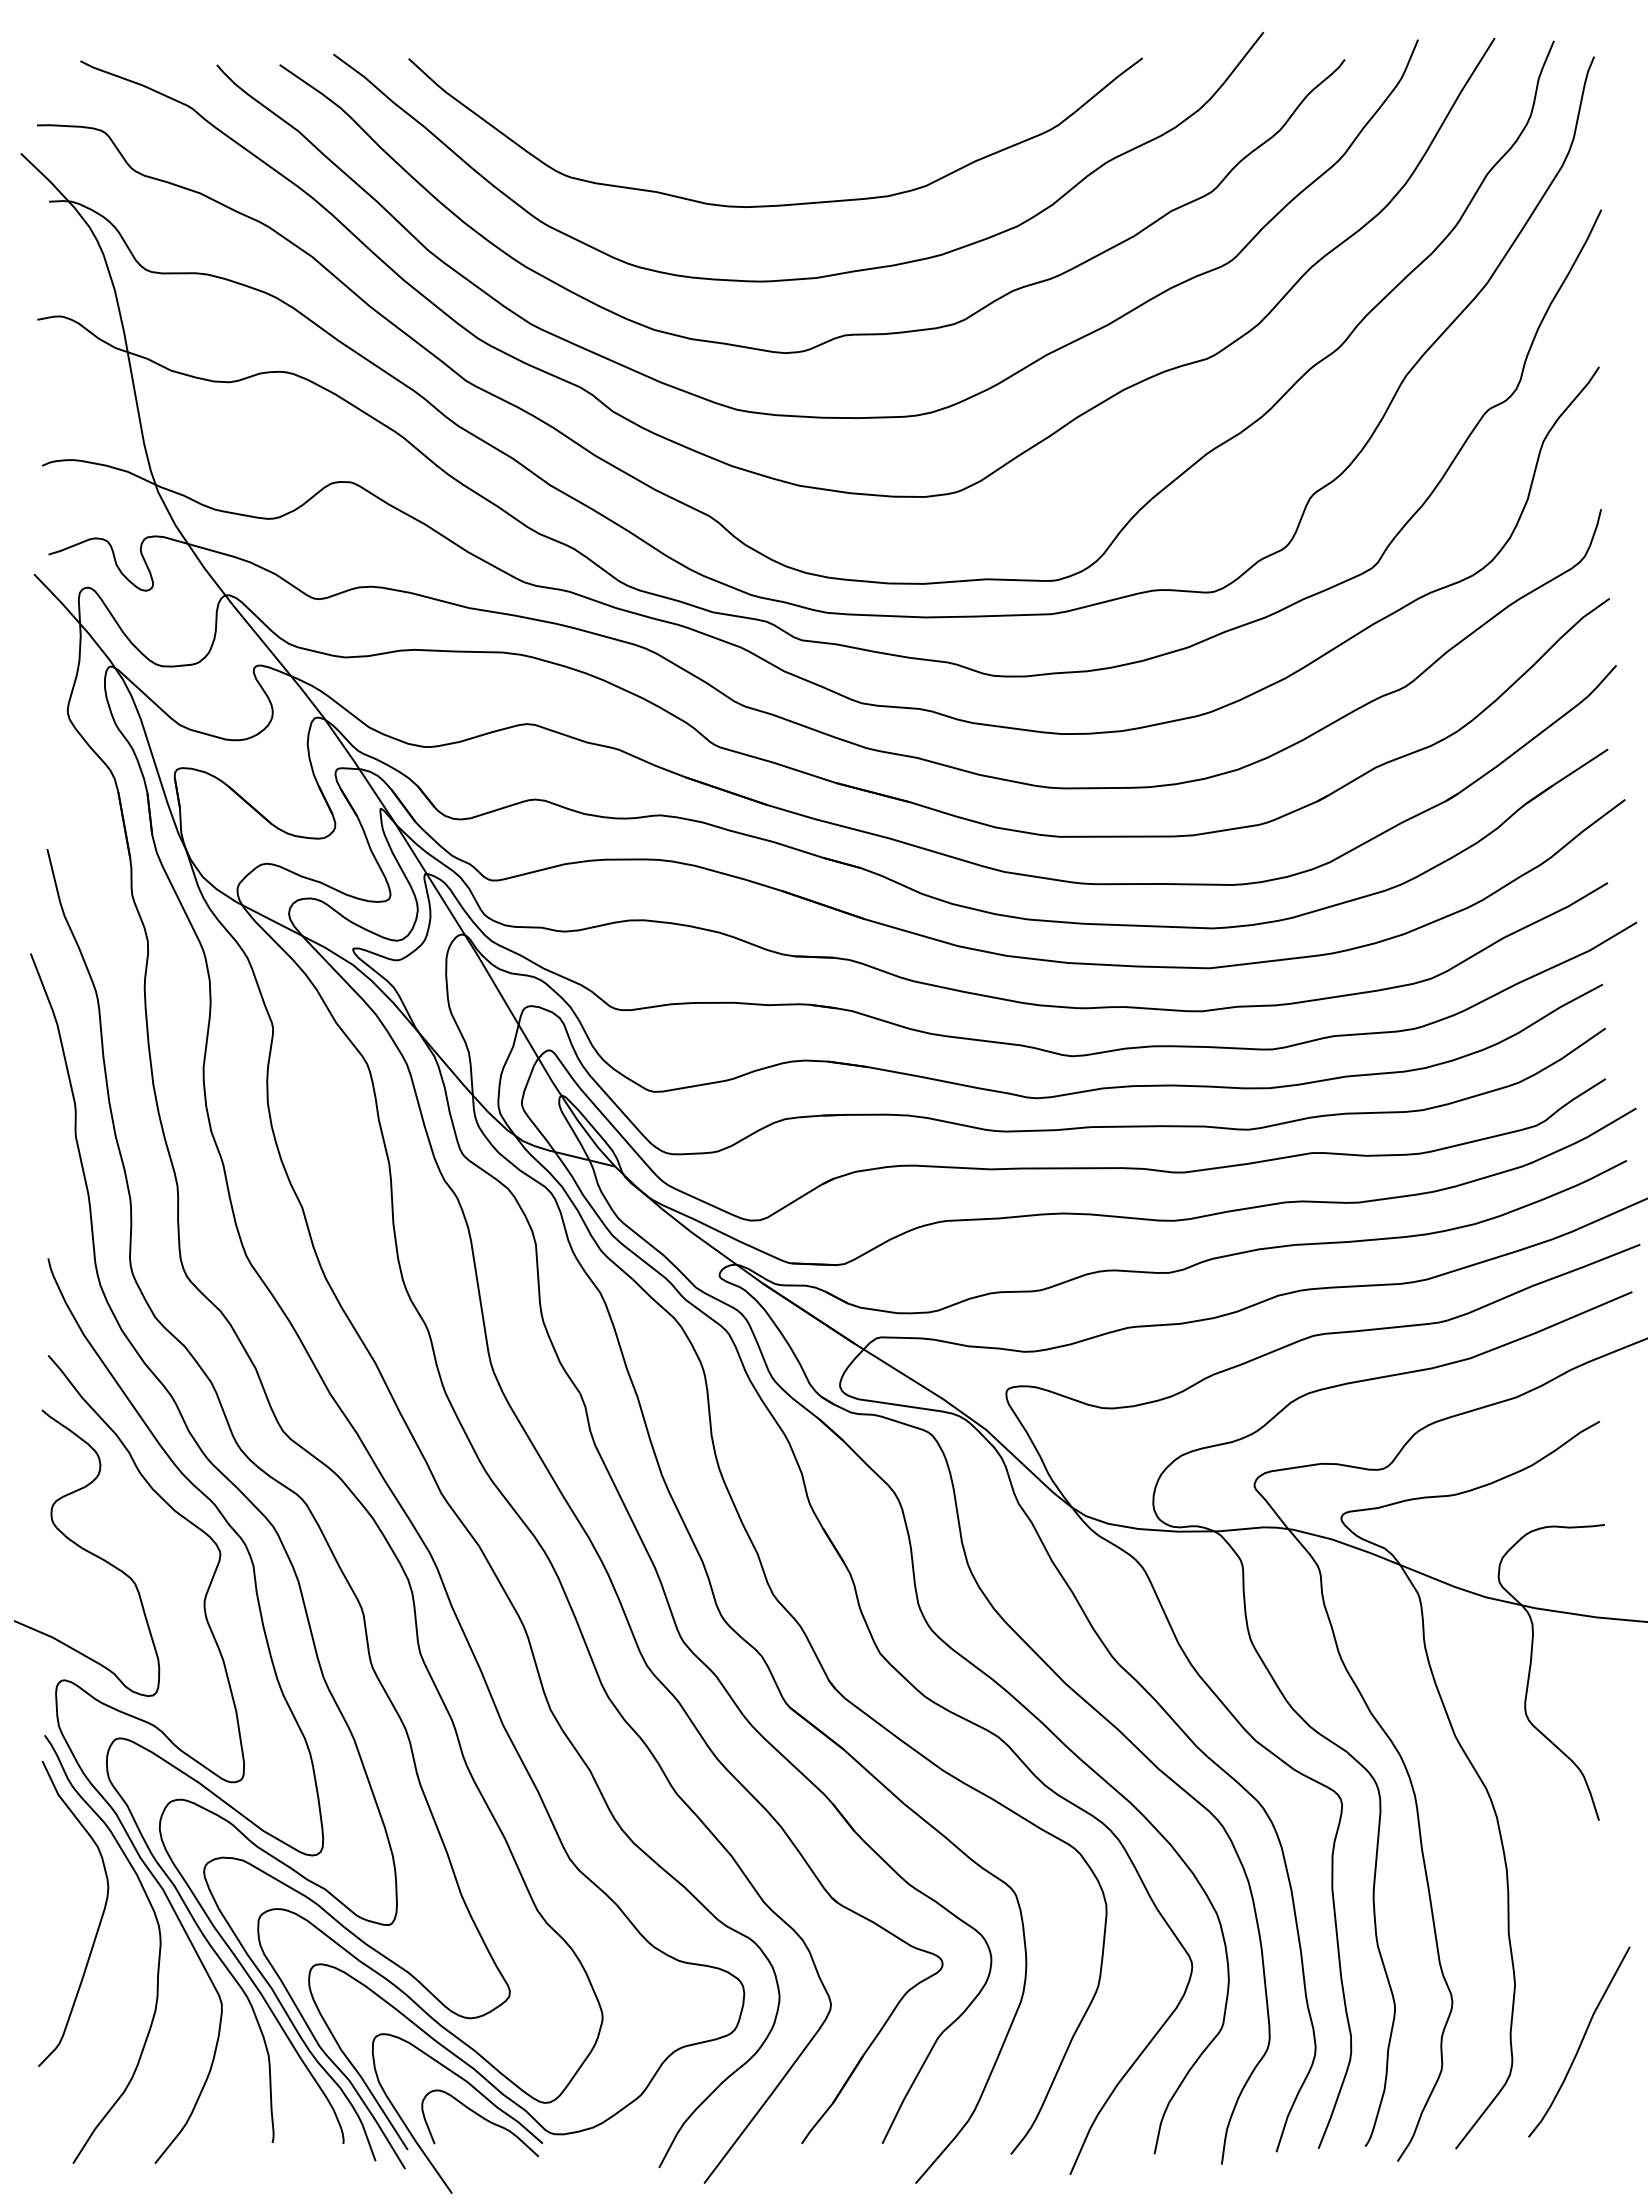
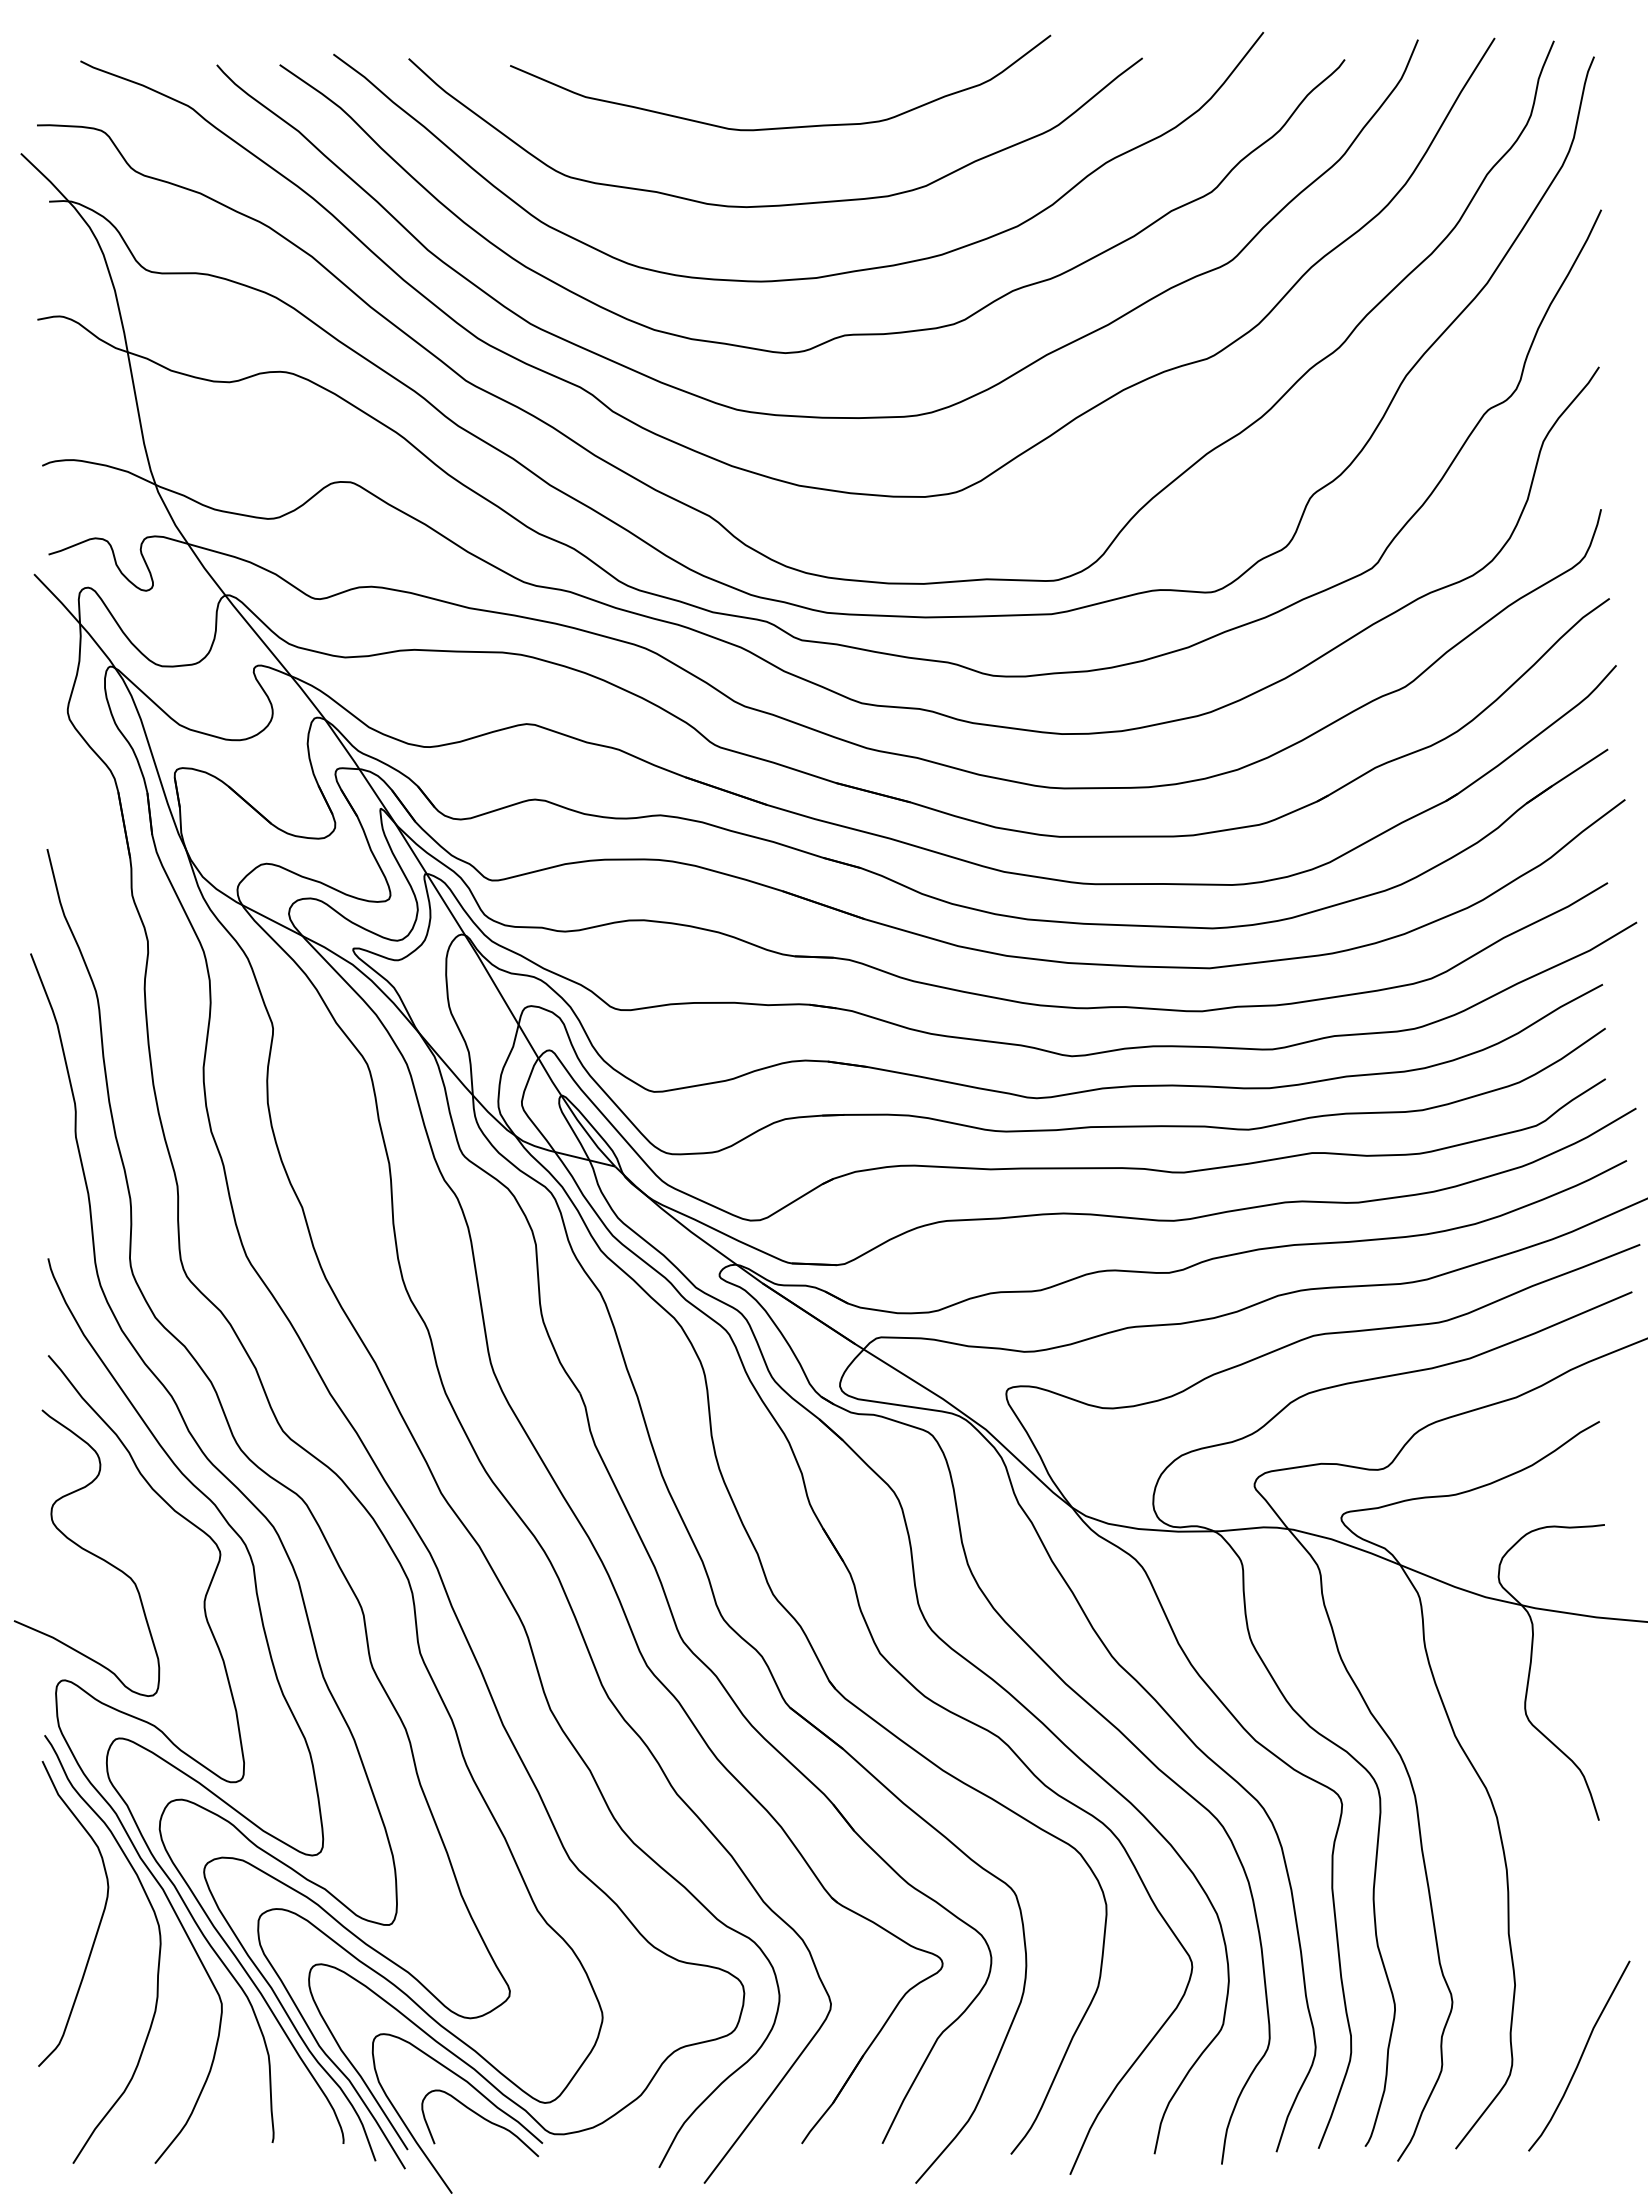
curve at (789, 126): none -> present
curve at (1580, 2042) position: (1580, 2042) -> (1580, 2056)
